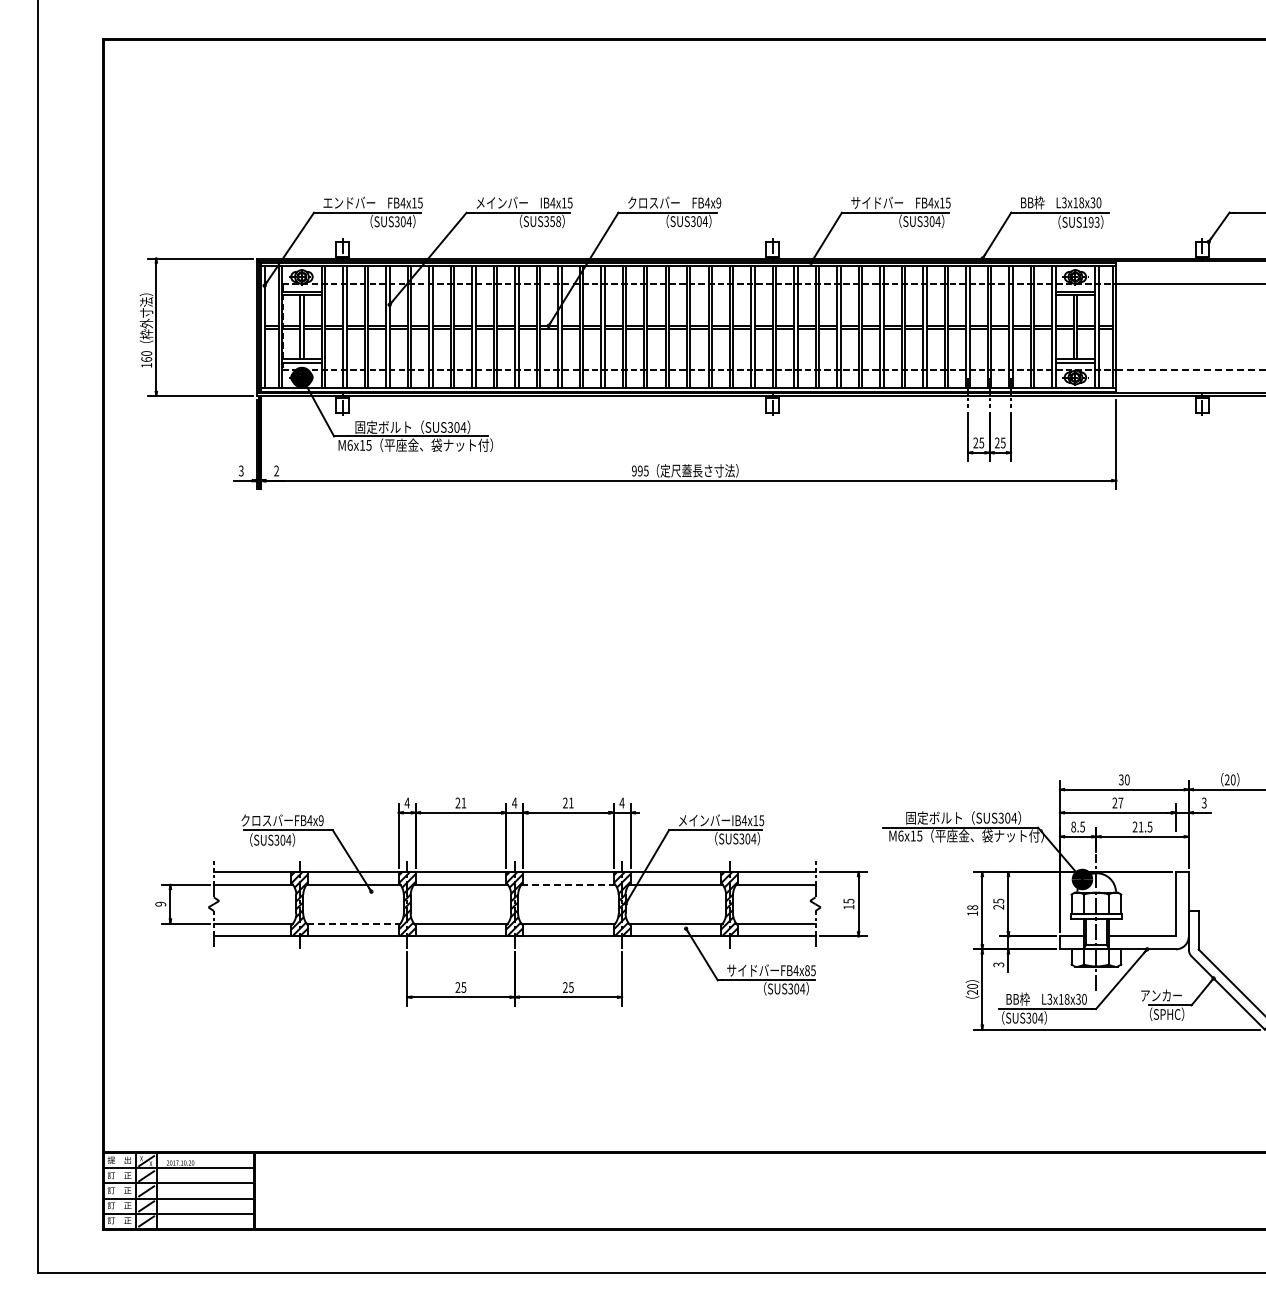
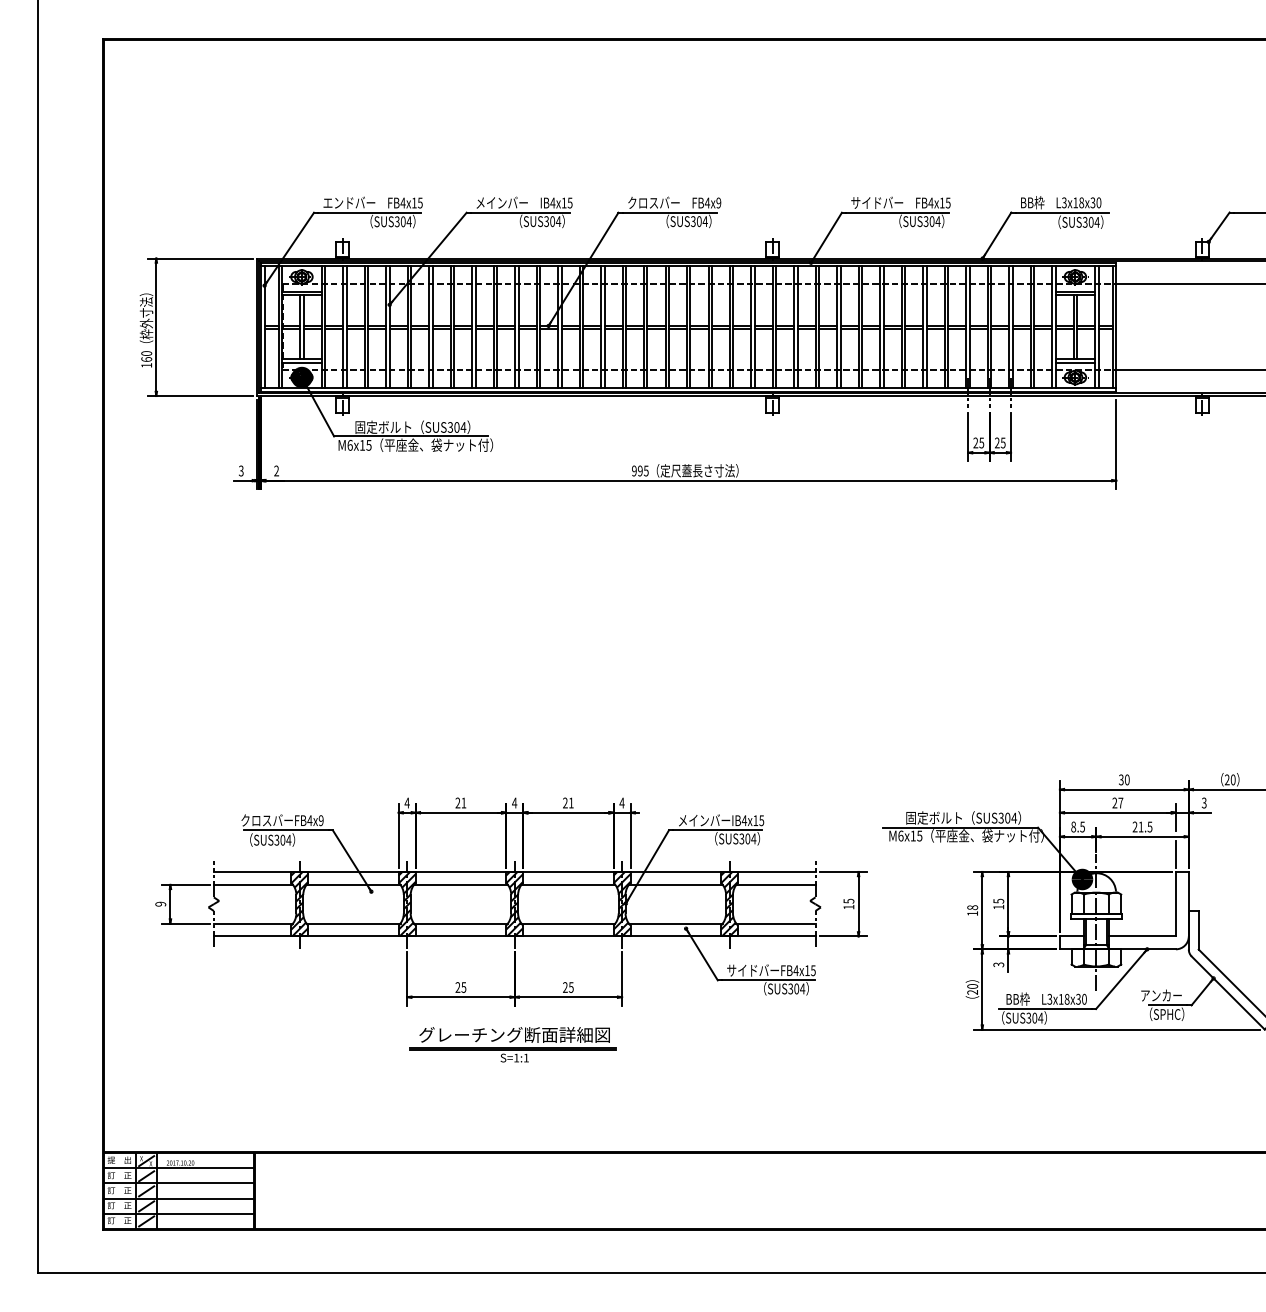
text at (555, 221): SUS358 -> SUS304
text at (1090, 222): SUS193 -> SUS304
line at (1190, 370): dashed -> solid
line at (1175, 853): none -> present
line at (568, 884): dashed -> solid
text at (998, 906): 25 -> 15
line at (353, 923): dashed -> solid
text at (807, 970): FB4x85 -> FB4x15
part at (512, 1044): none -> present
